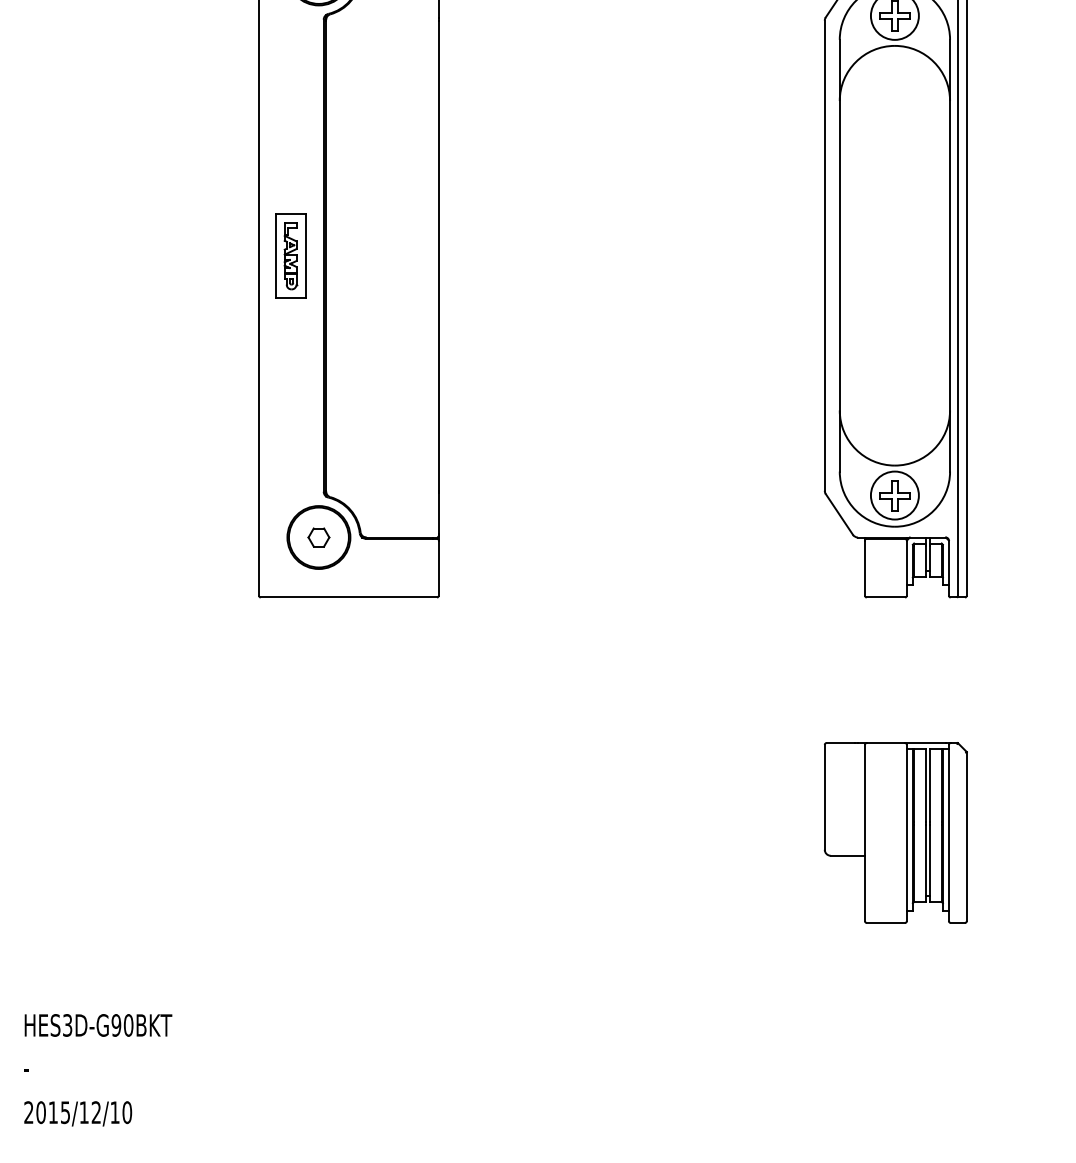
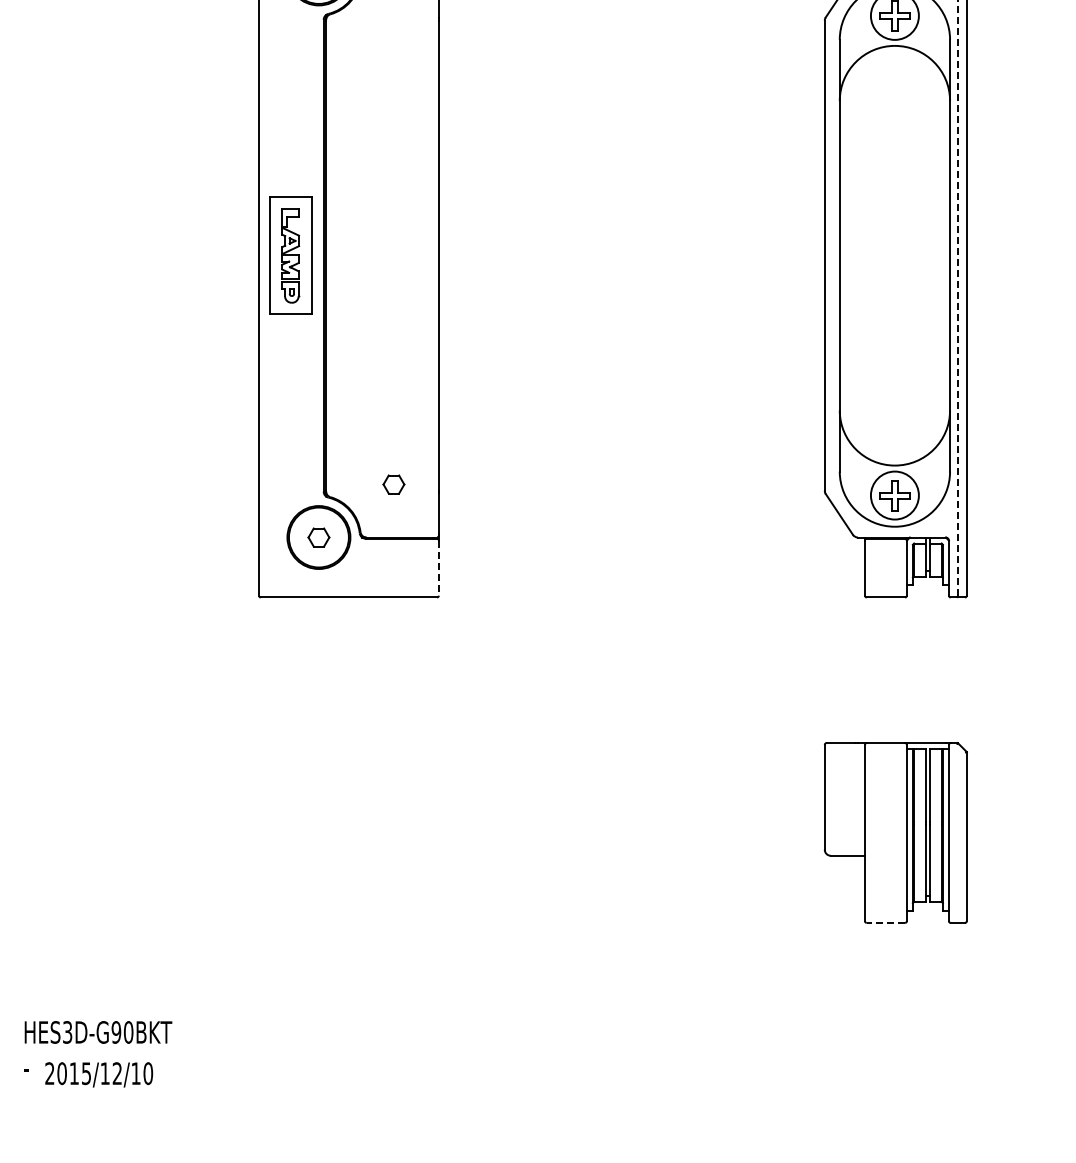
part at (290, 255) size: 32x86 px -> 44x119 px
line at (957, 297): solid -> dashed
part at (393, 484): none -> present
line at (438, 568): solid -> dashed
line at (885, 922): solid -> dashed
text at (98, 1025) position: (98, 1025) -> (98, 1032)
text at (78, 1113) position: (78, 1113) -> (99, 1074)
